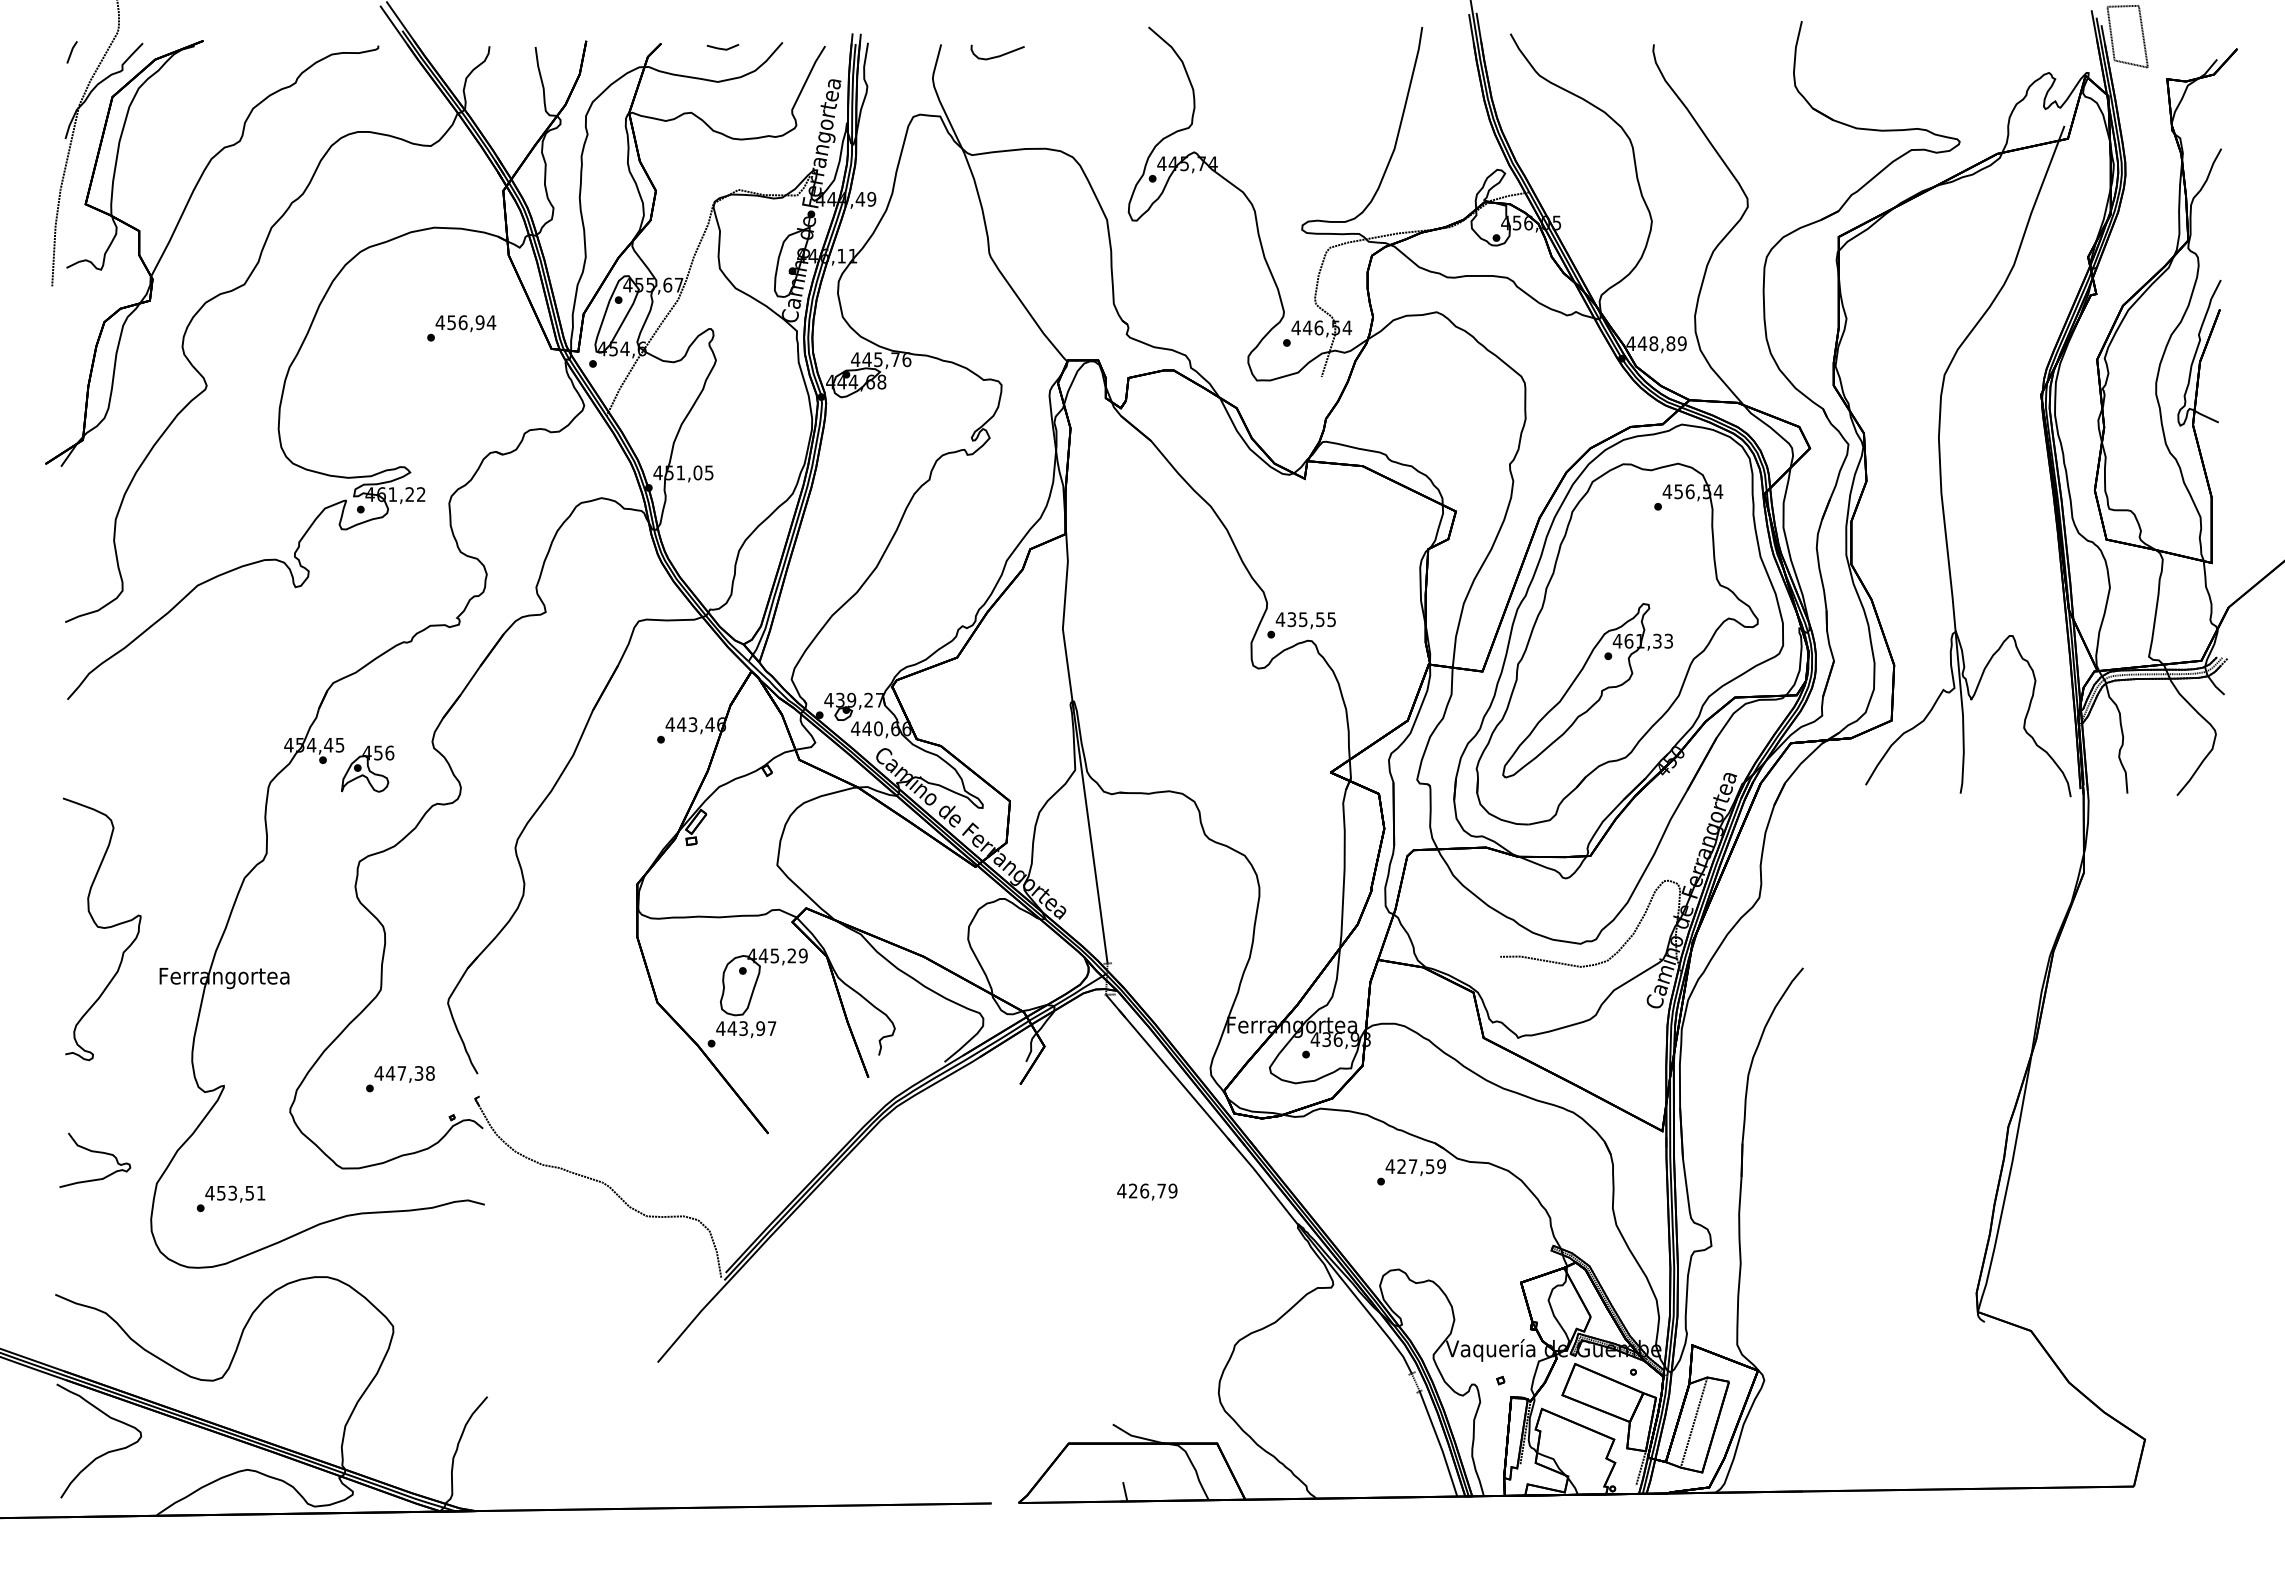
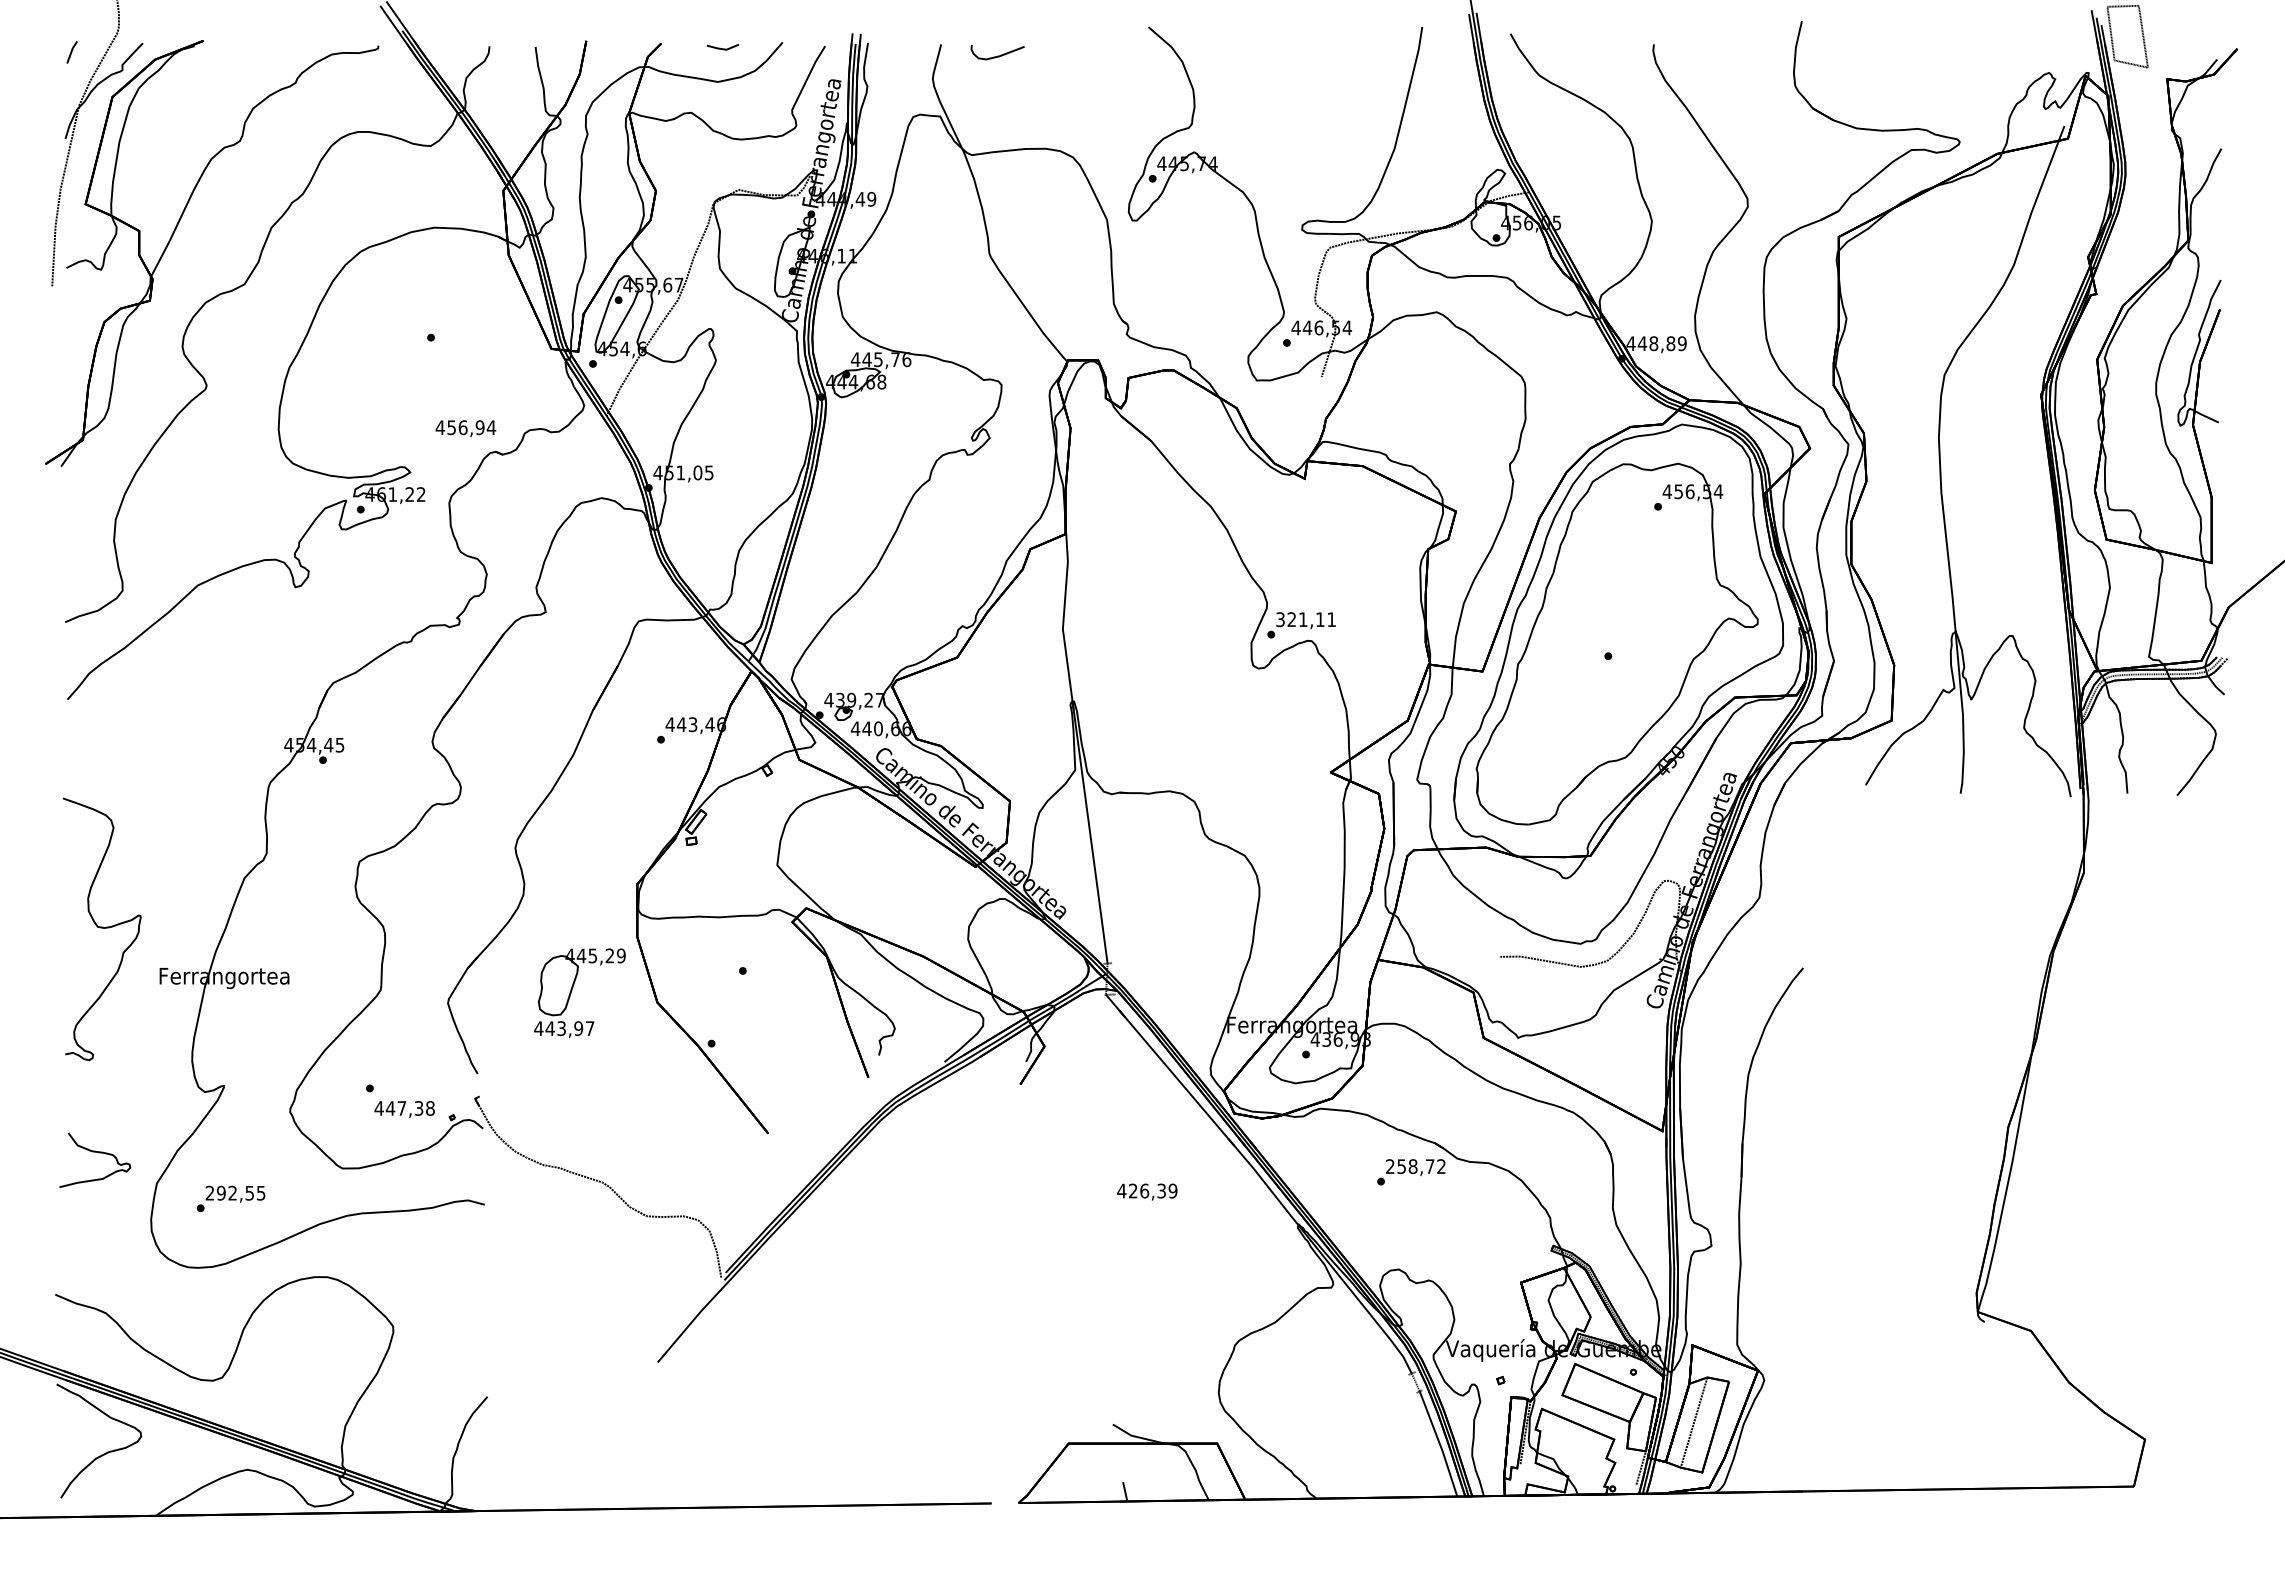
text at (465, 323) position: (465, 323) -> (465, 428)
text at (1305, 619): 435,55 -> 321,11
part at (1587, 690): present -> none
part at (367, 768): present -> none
part at (754, 990) position: (754, 990) -> (572, 990)
text at (404, 1074) position: (404, 1074) -> (404, 1109)
text at (1415, 1166): 427,59 -> 258,72
text at (1161, 1190): 426,79 -> 426,39
text at (235, 1192): 453,51 -> 292,55
